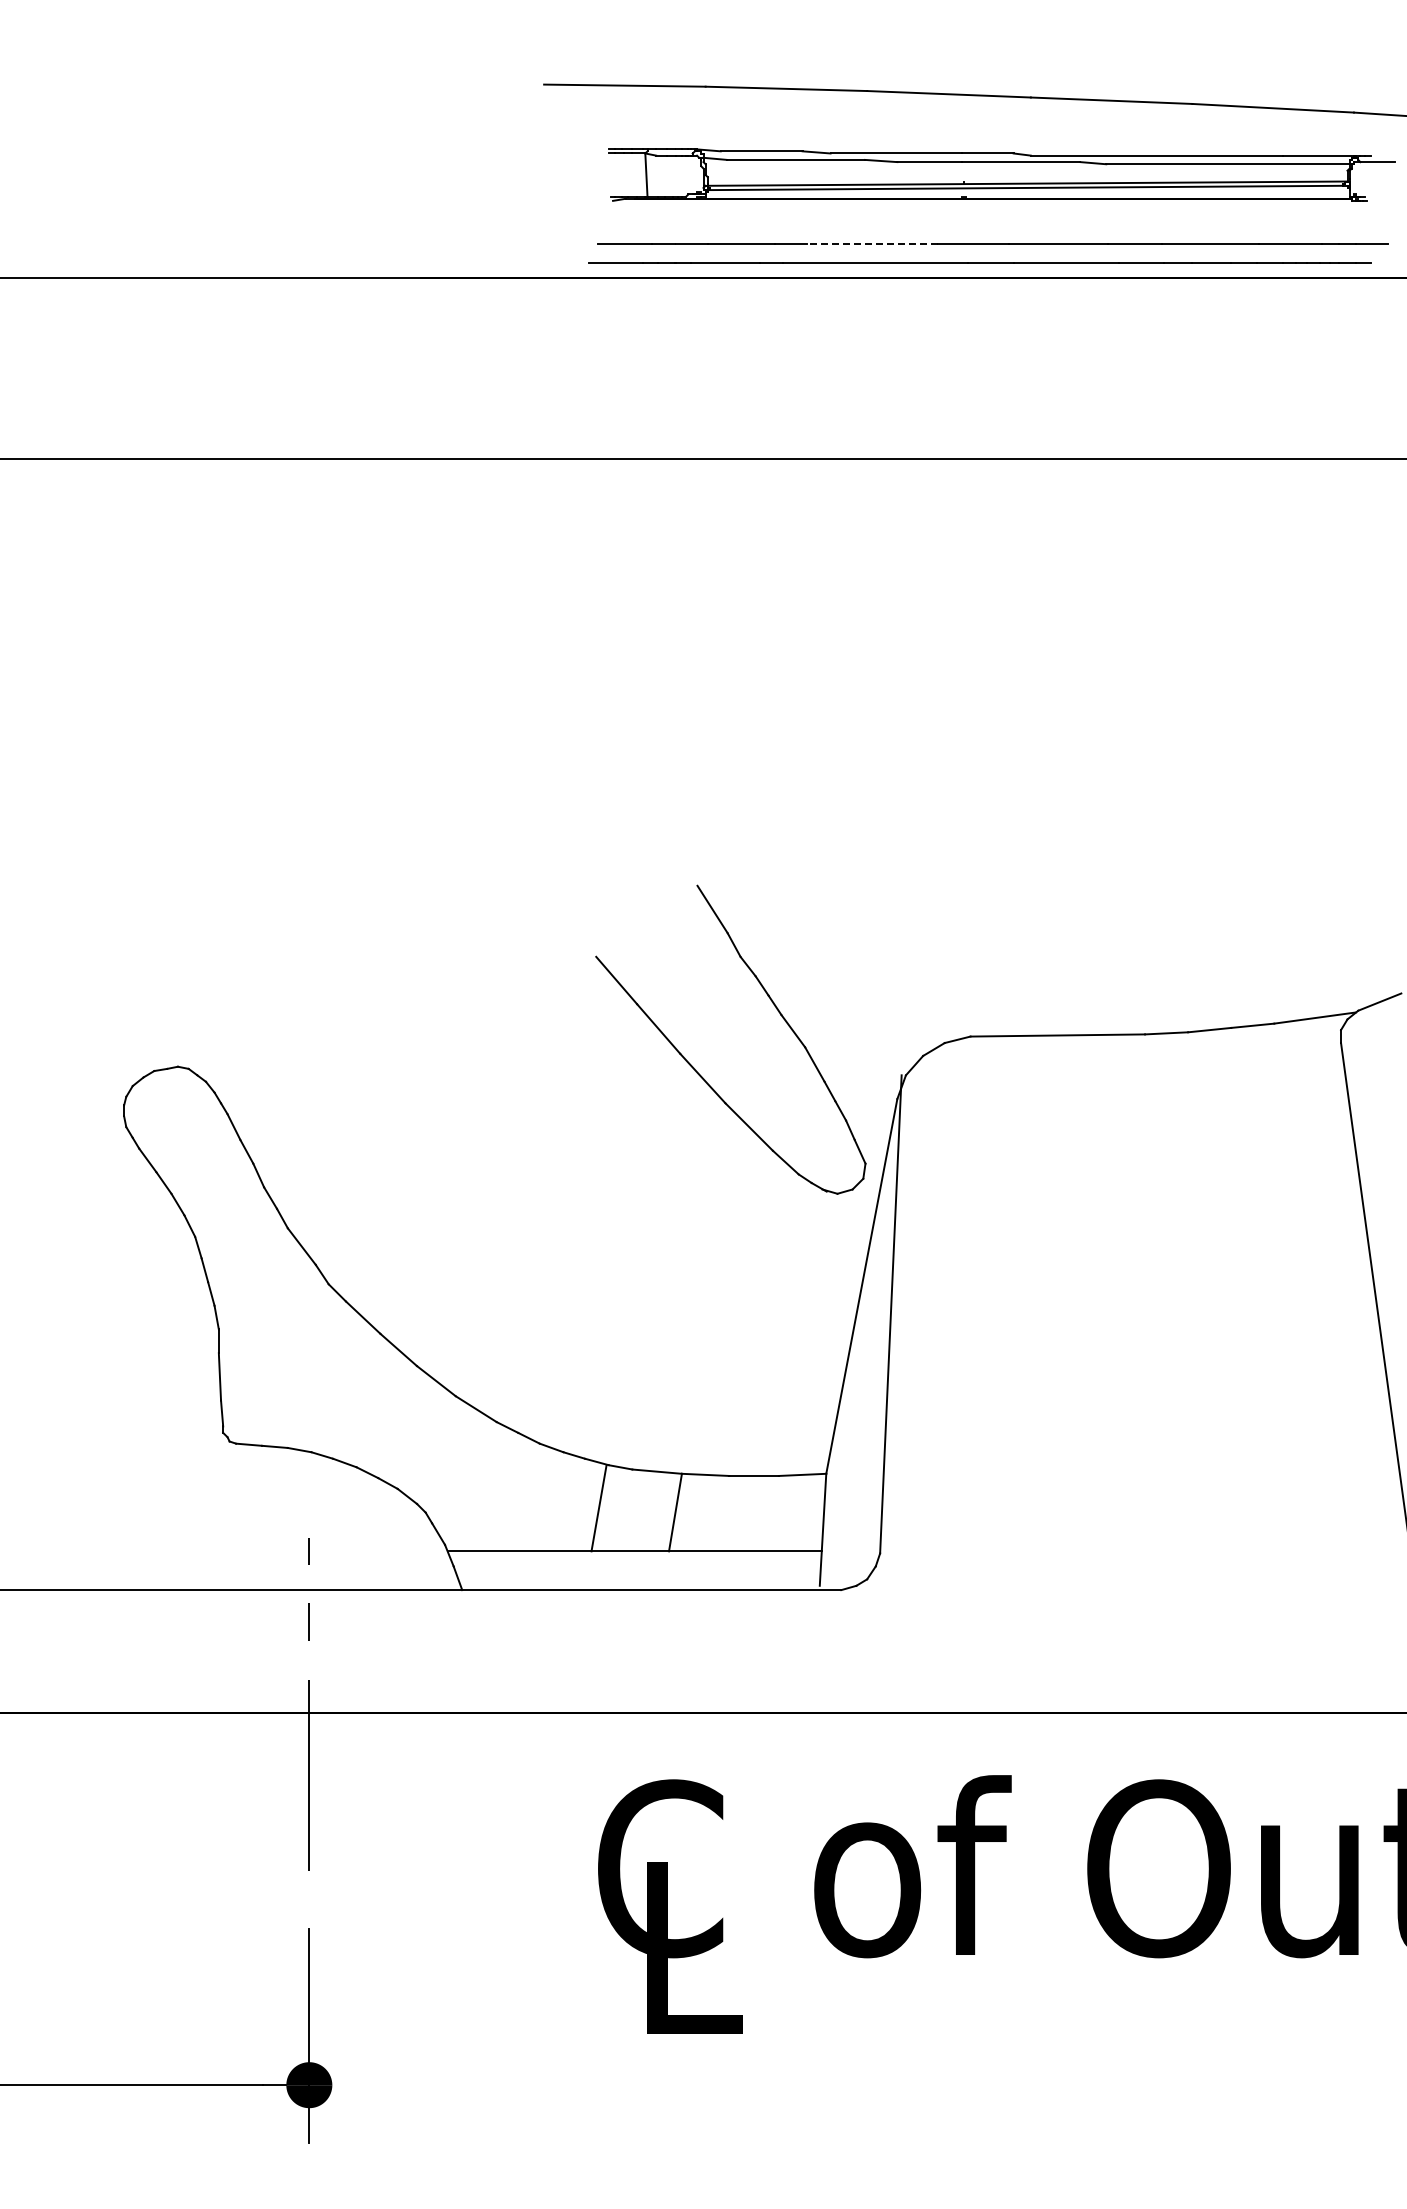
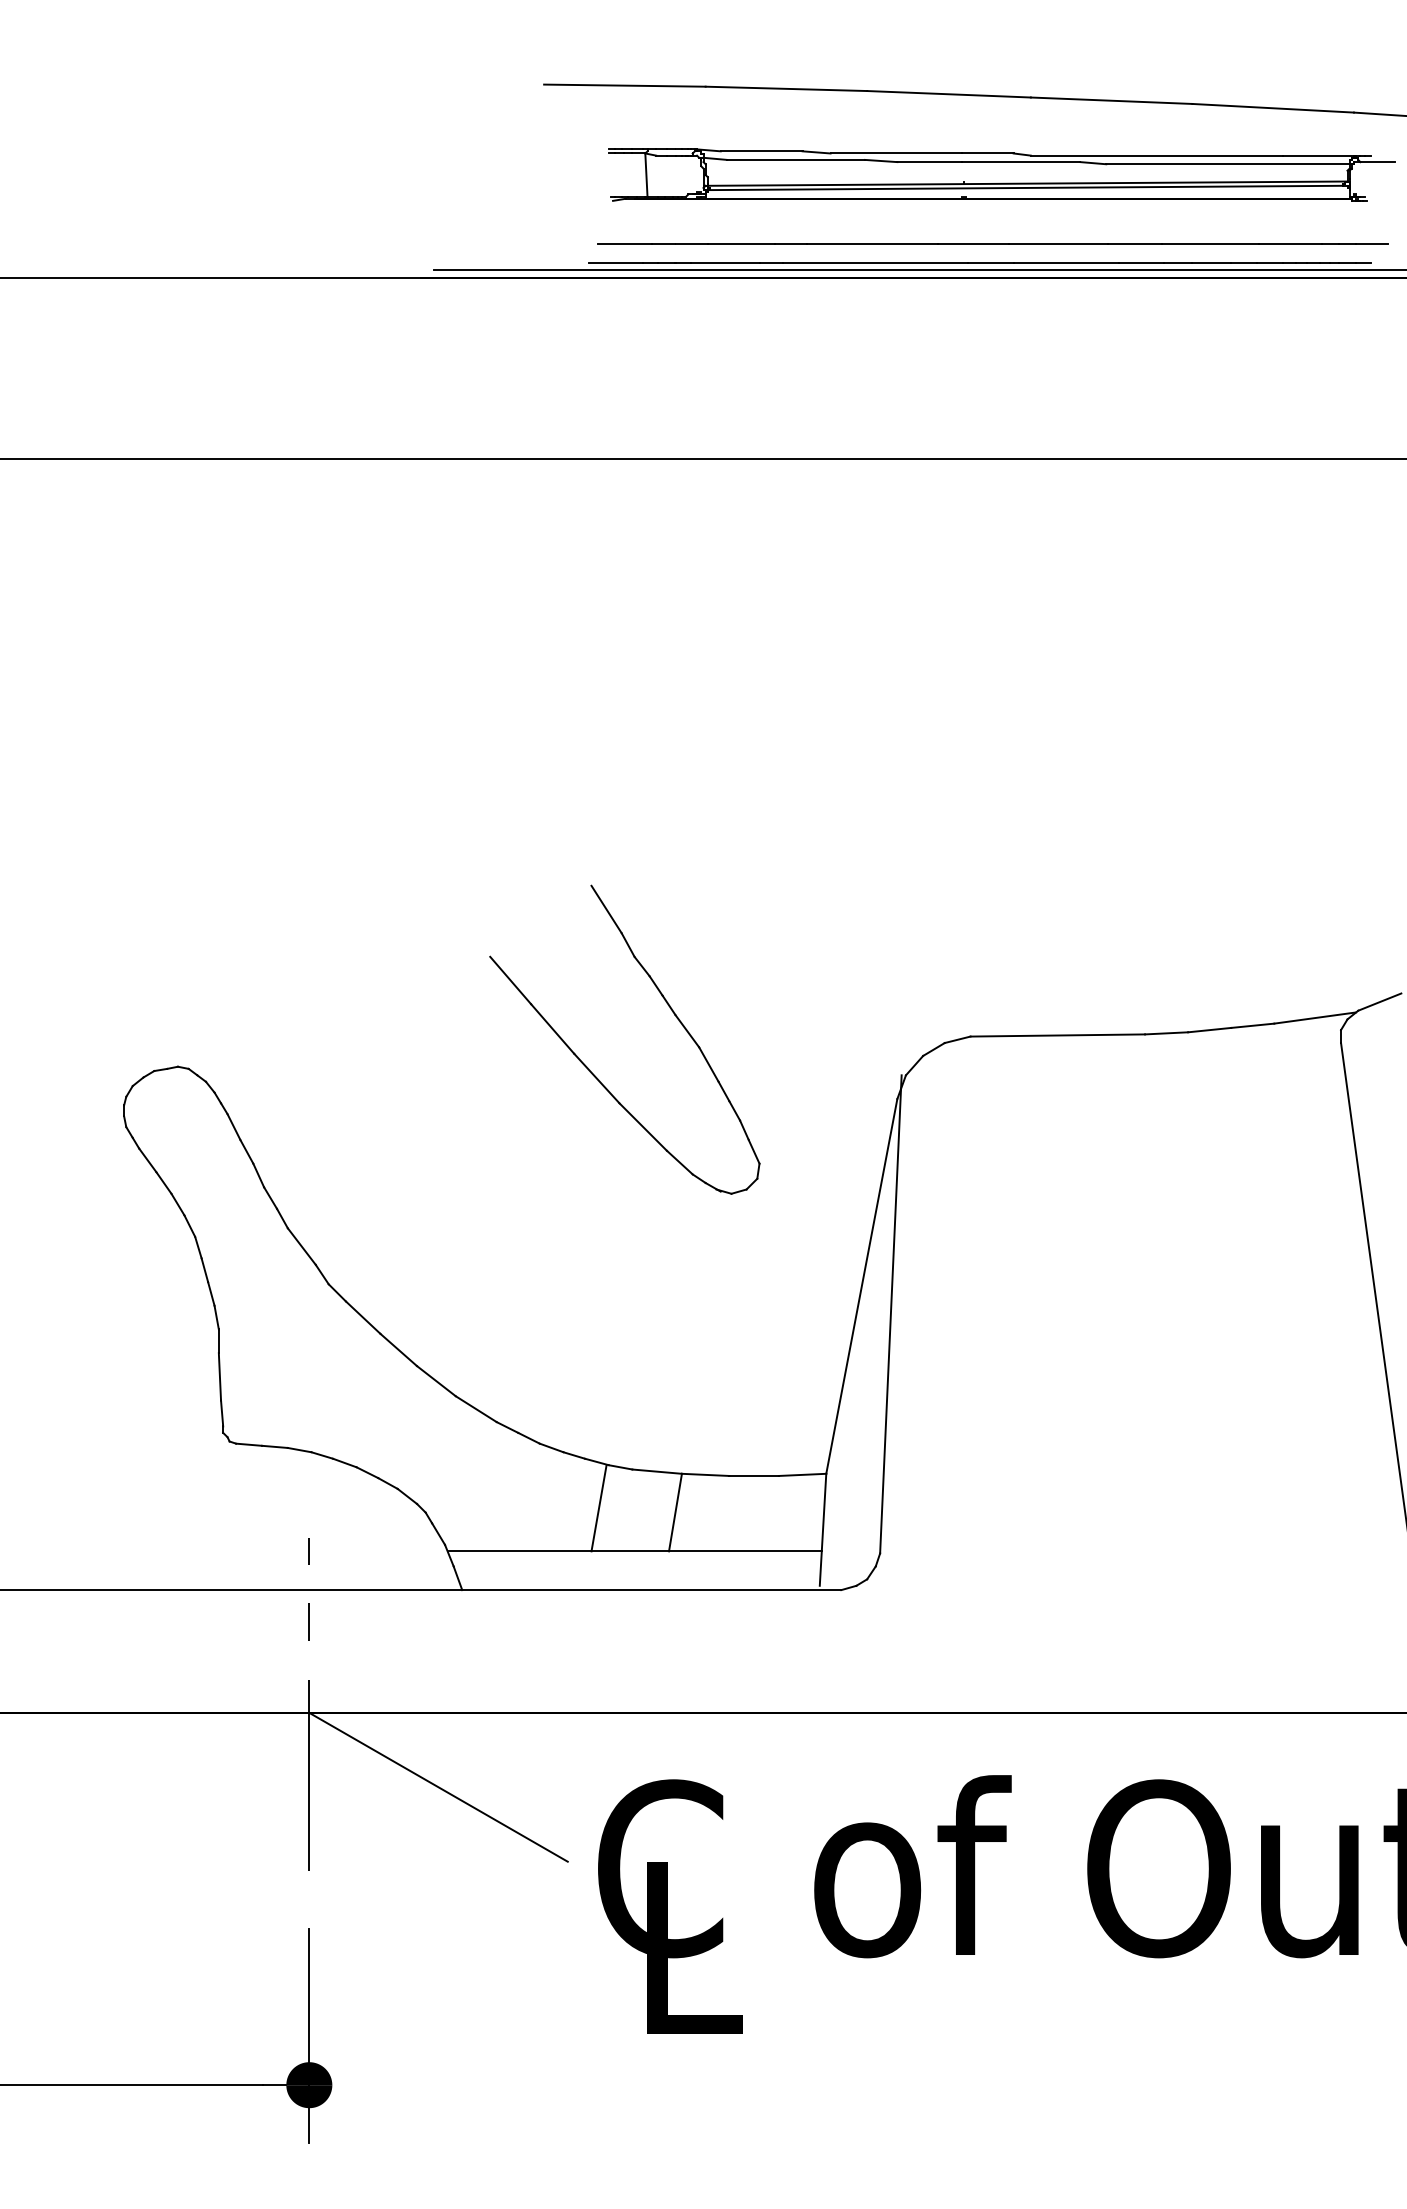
line at (872, 243): dashed -> solid
line at (918, 269): none -> present
part at (694, 1067) position: (694, 1067) -> (588, 1067)
line at (438, 1786): none -> present
